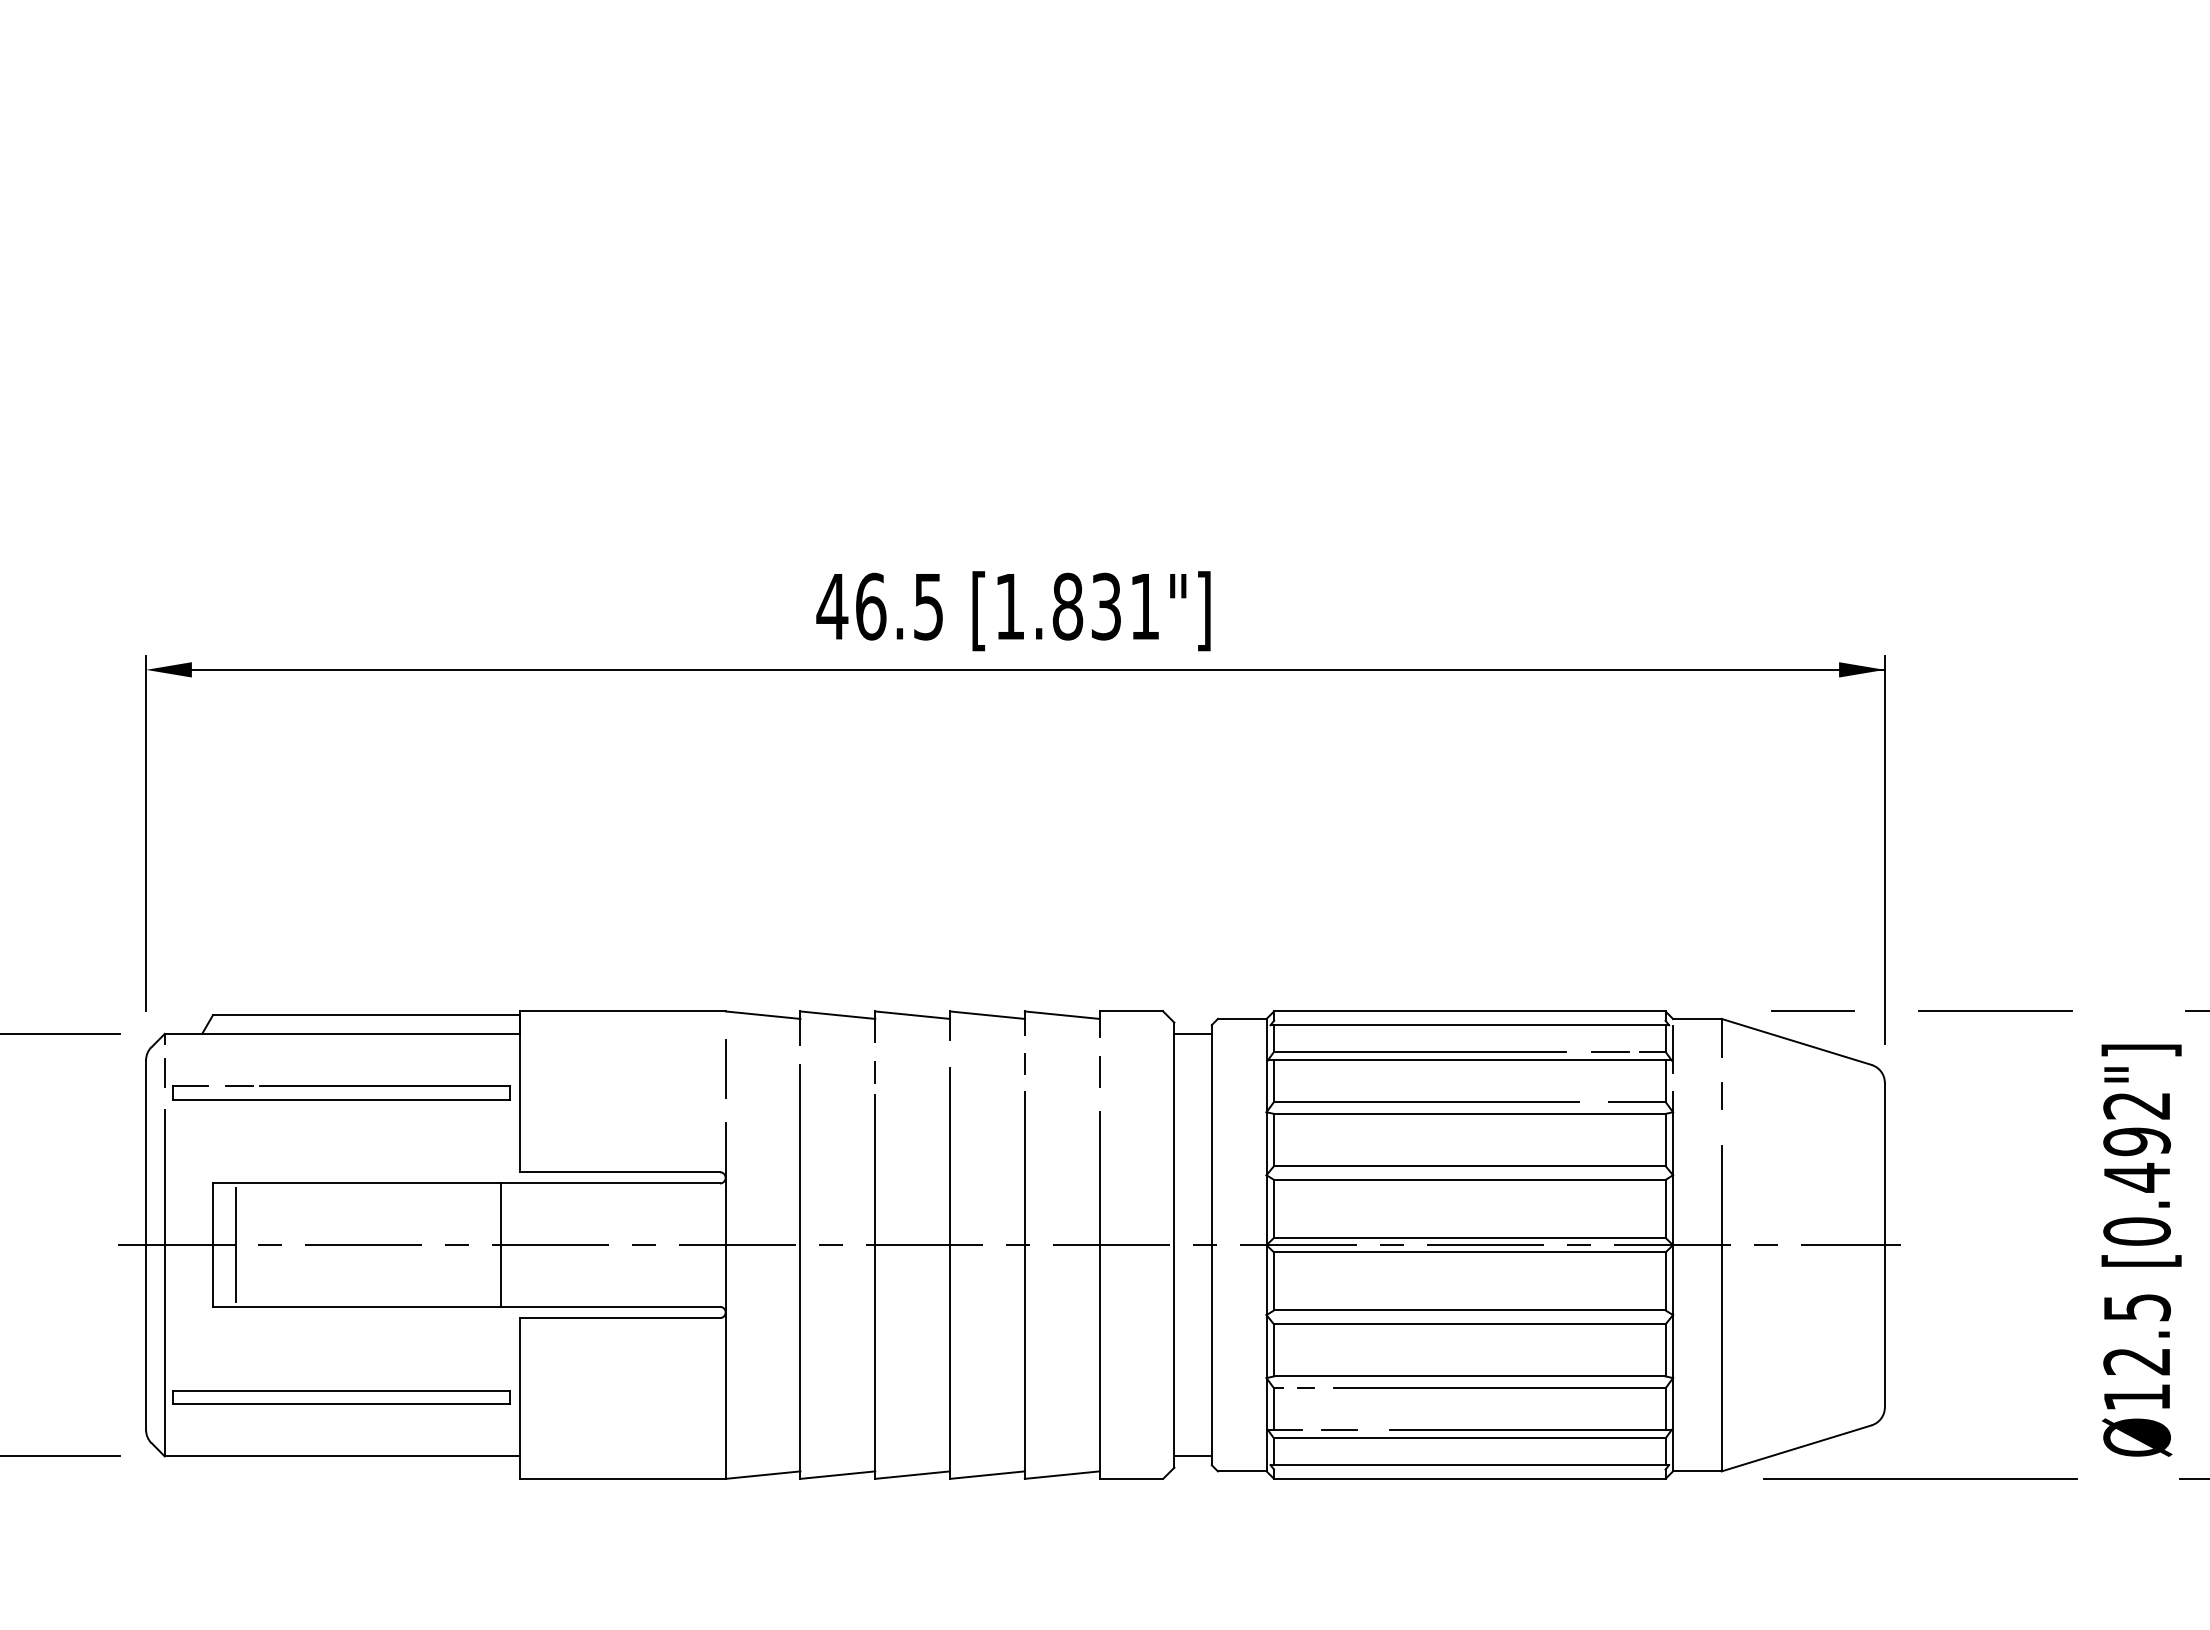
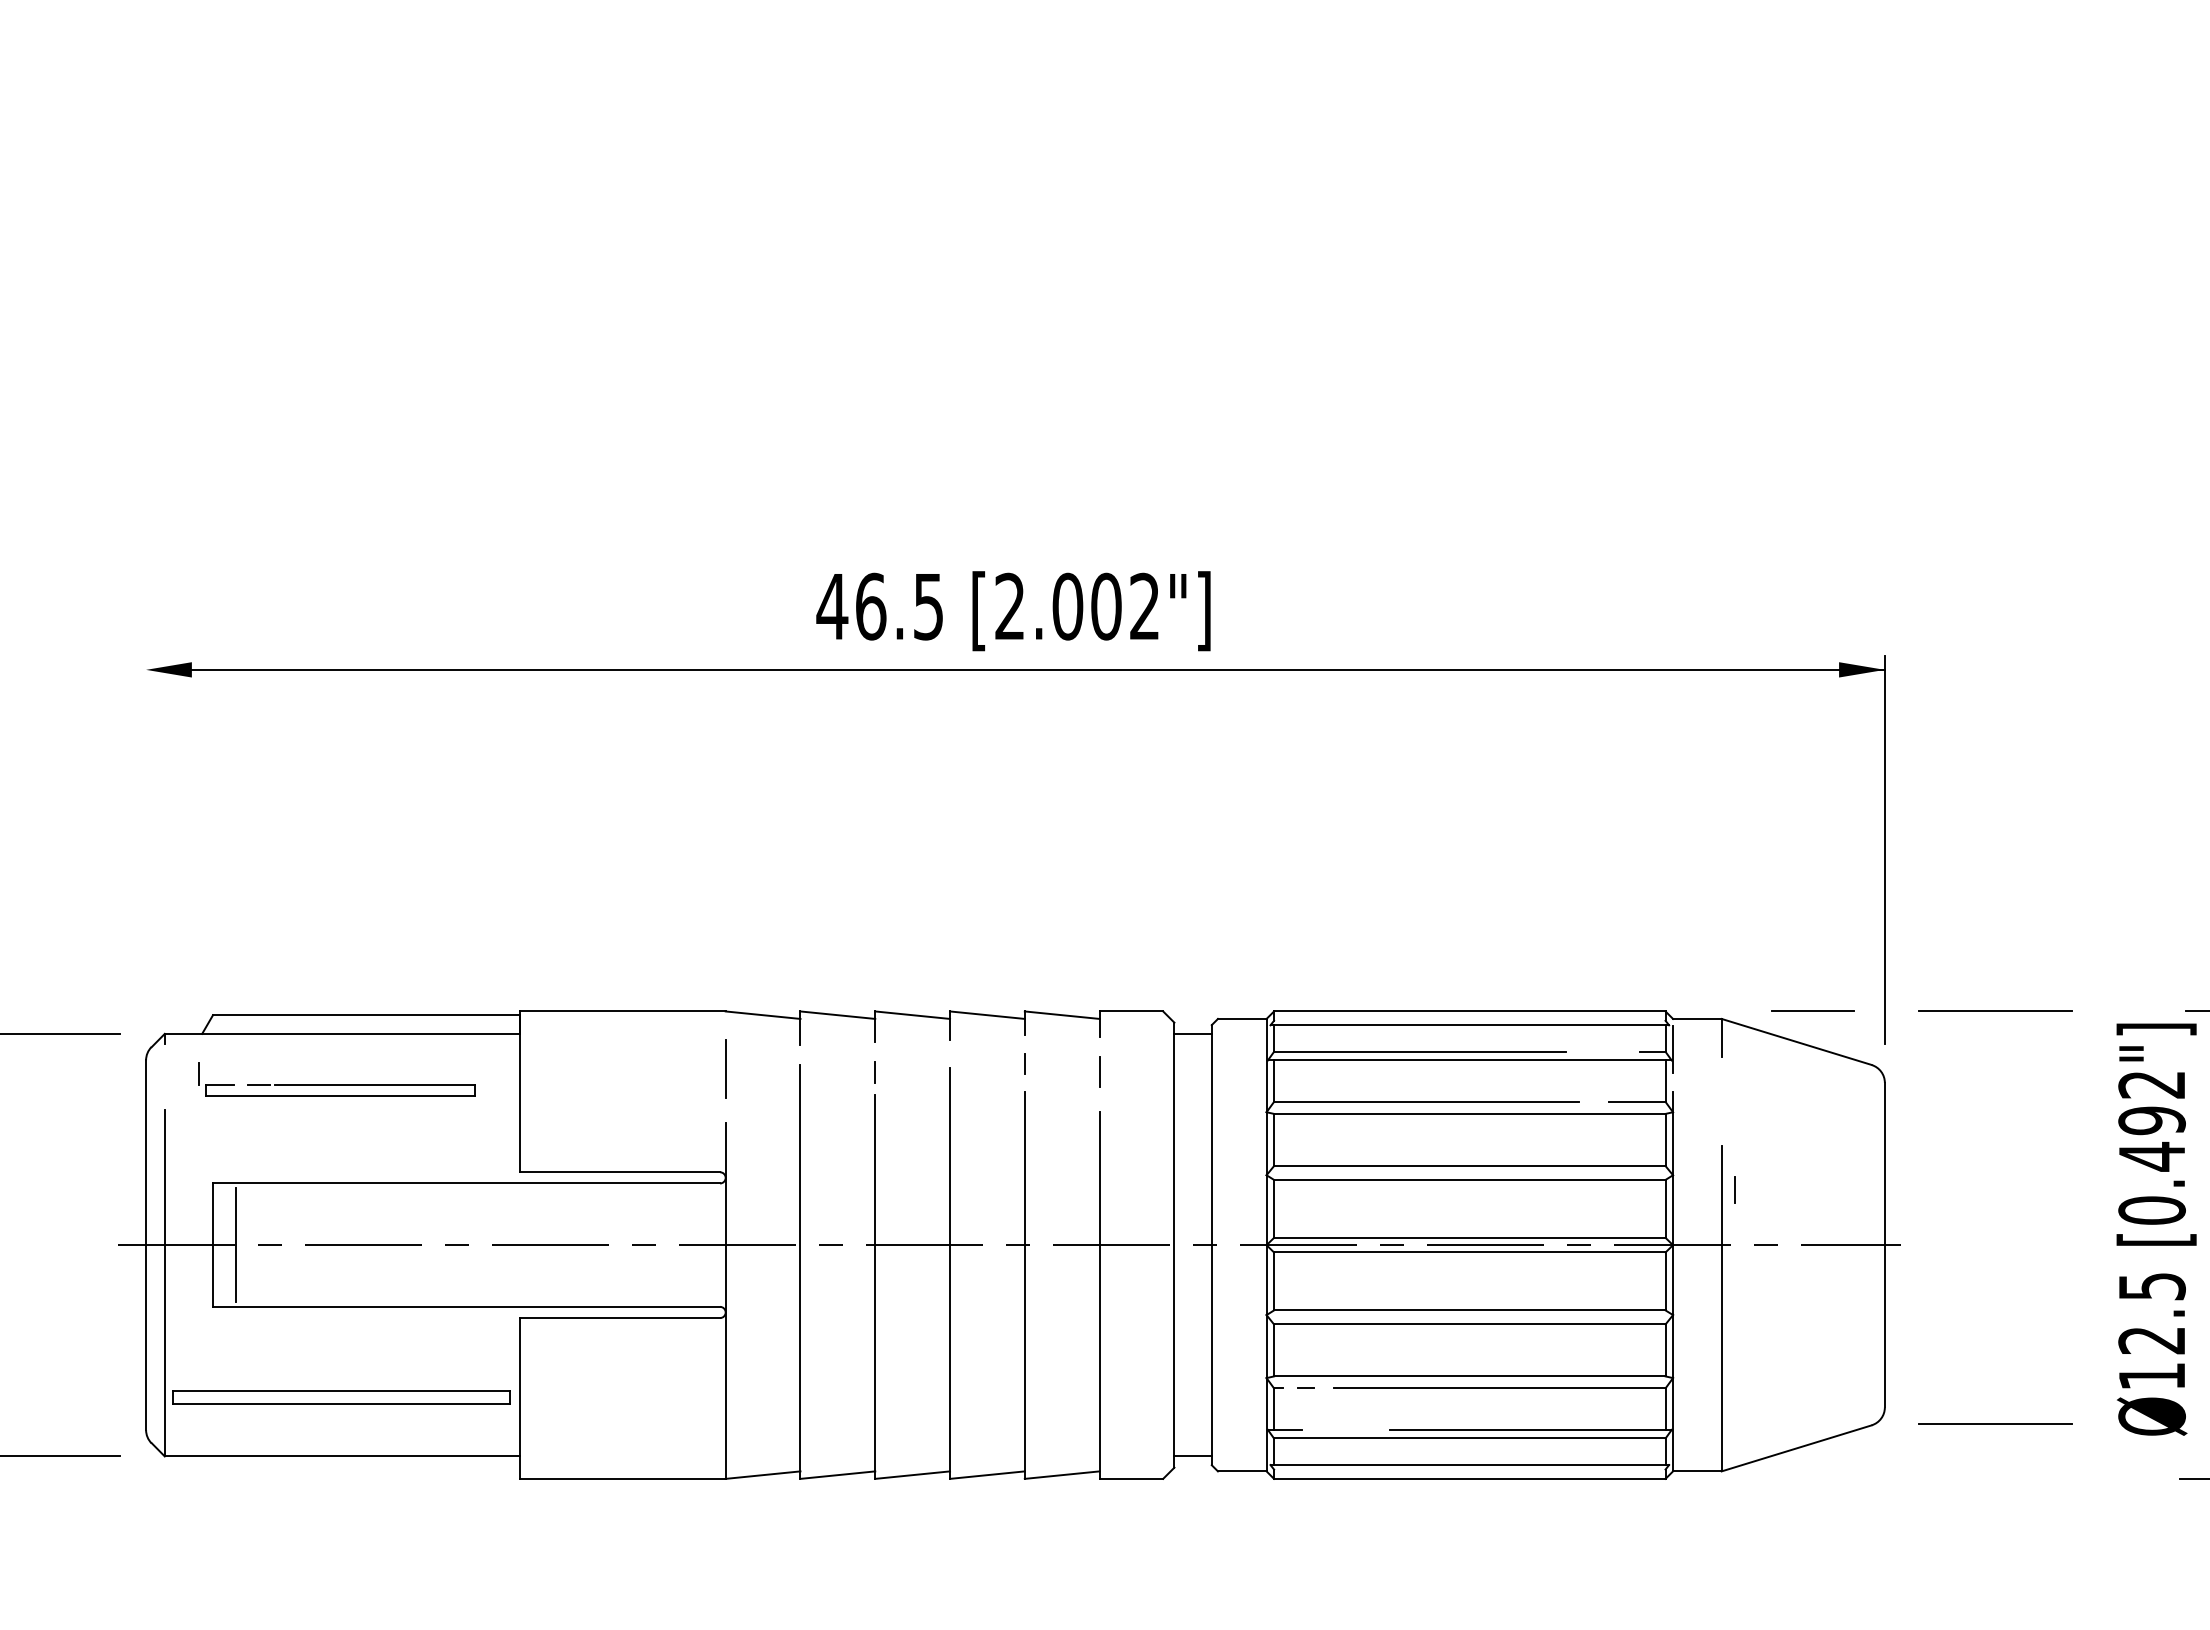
text at (1076, 606): [1.831"] -> [2.002"]
line at (146, 833): present -> none
line at (1610, 1051): present -> none
part at (337, 1079) size: 347x43 px -> 278x35 px
line at (1721, 1095) position: (1721, 1095) -> (1734, 1189)
line at (501, 1244): present -> none
text at (2141, 1250) position: (2141, 1250) -> (2156, 1229)
line at (1995, 1423): none -> present
line at (1339, 1429): present -> none
line at (1919, 1478): present -> none
